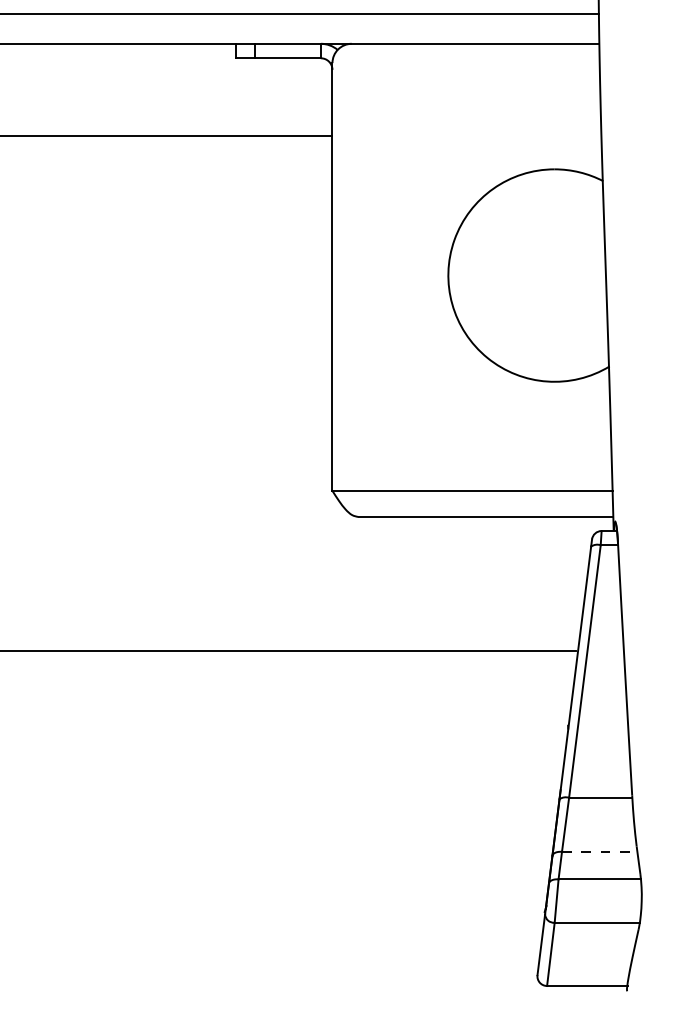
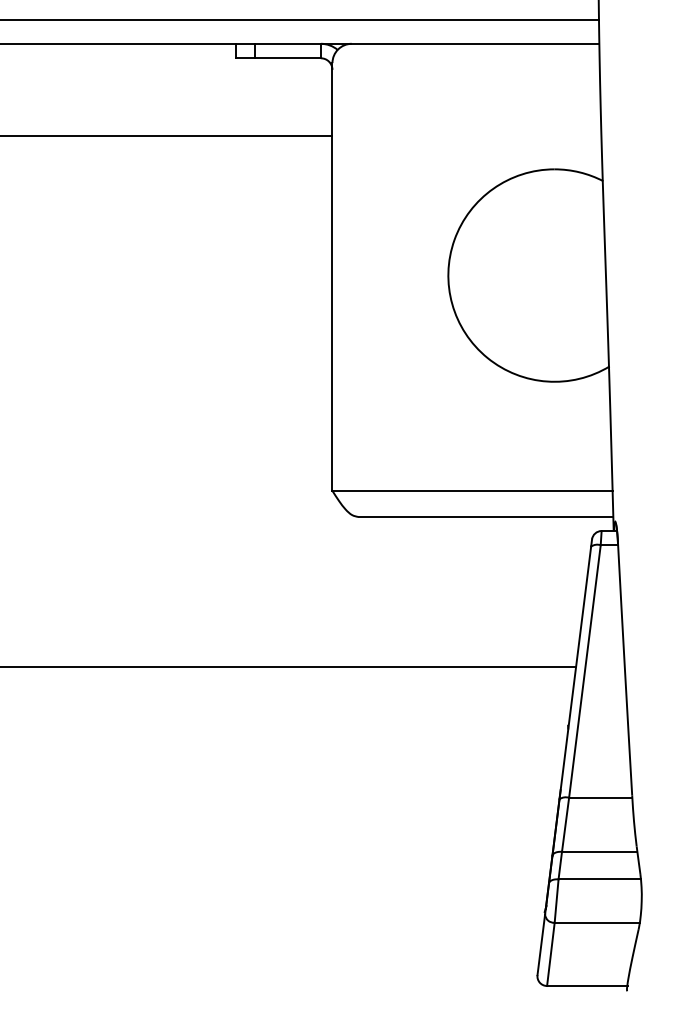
line at (300, 13) position: (300, 13) -> (300, 19)
line at (289, 650) position: (289, 650) -> (289, 666)
line at (599, 851): dashed -> solid
